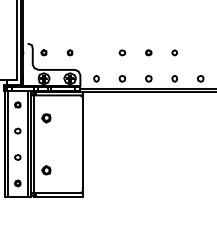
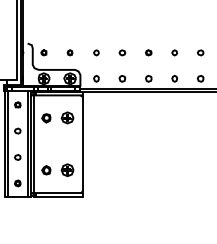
part at (96, 52): none -> present
part at (200, 52): none -> present
part at (67, 117): none -> present
part at (67, 170): none -> present
